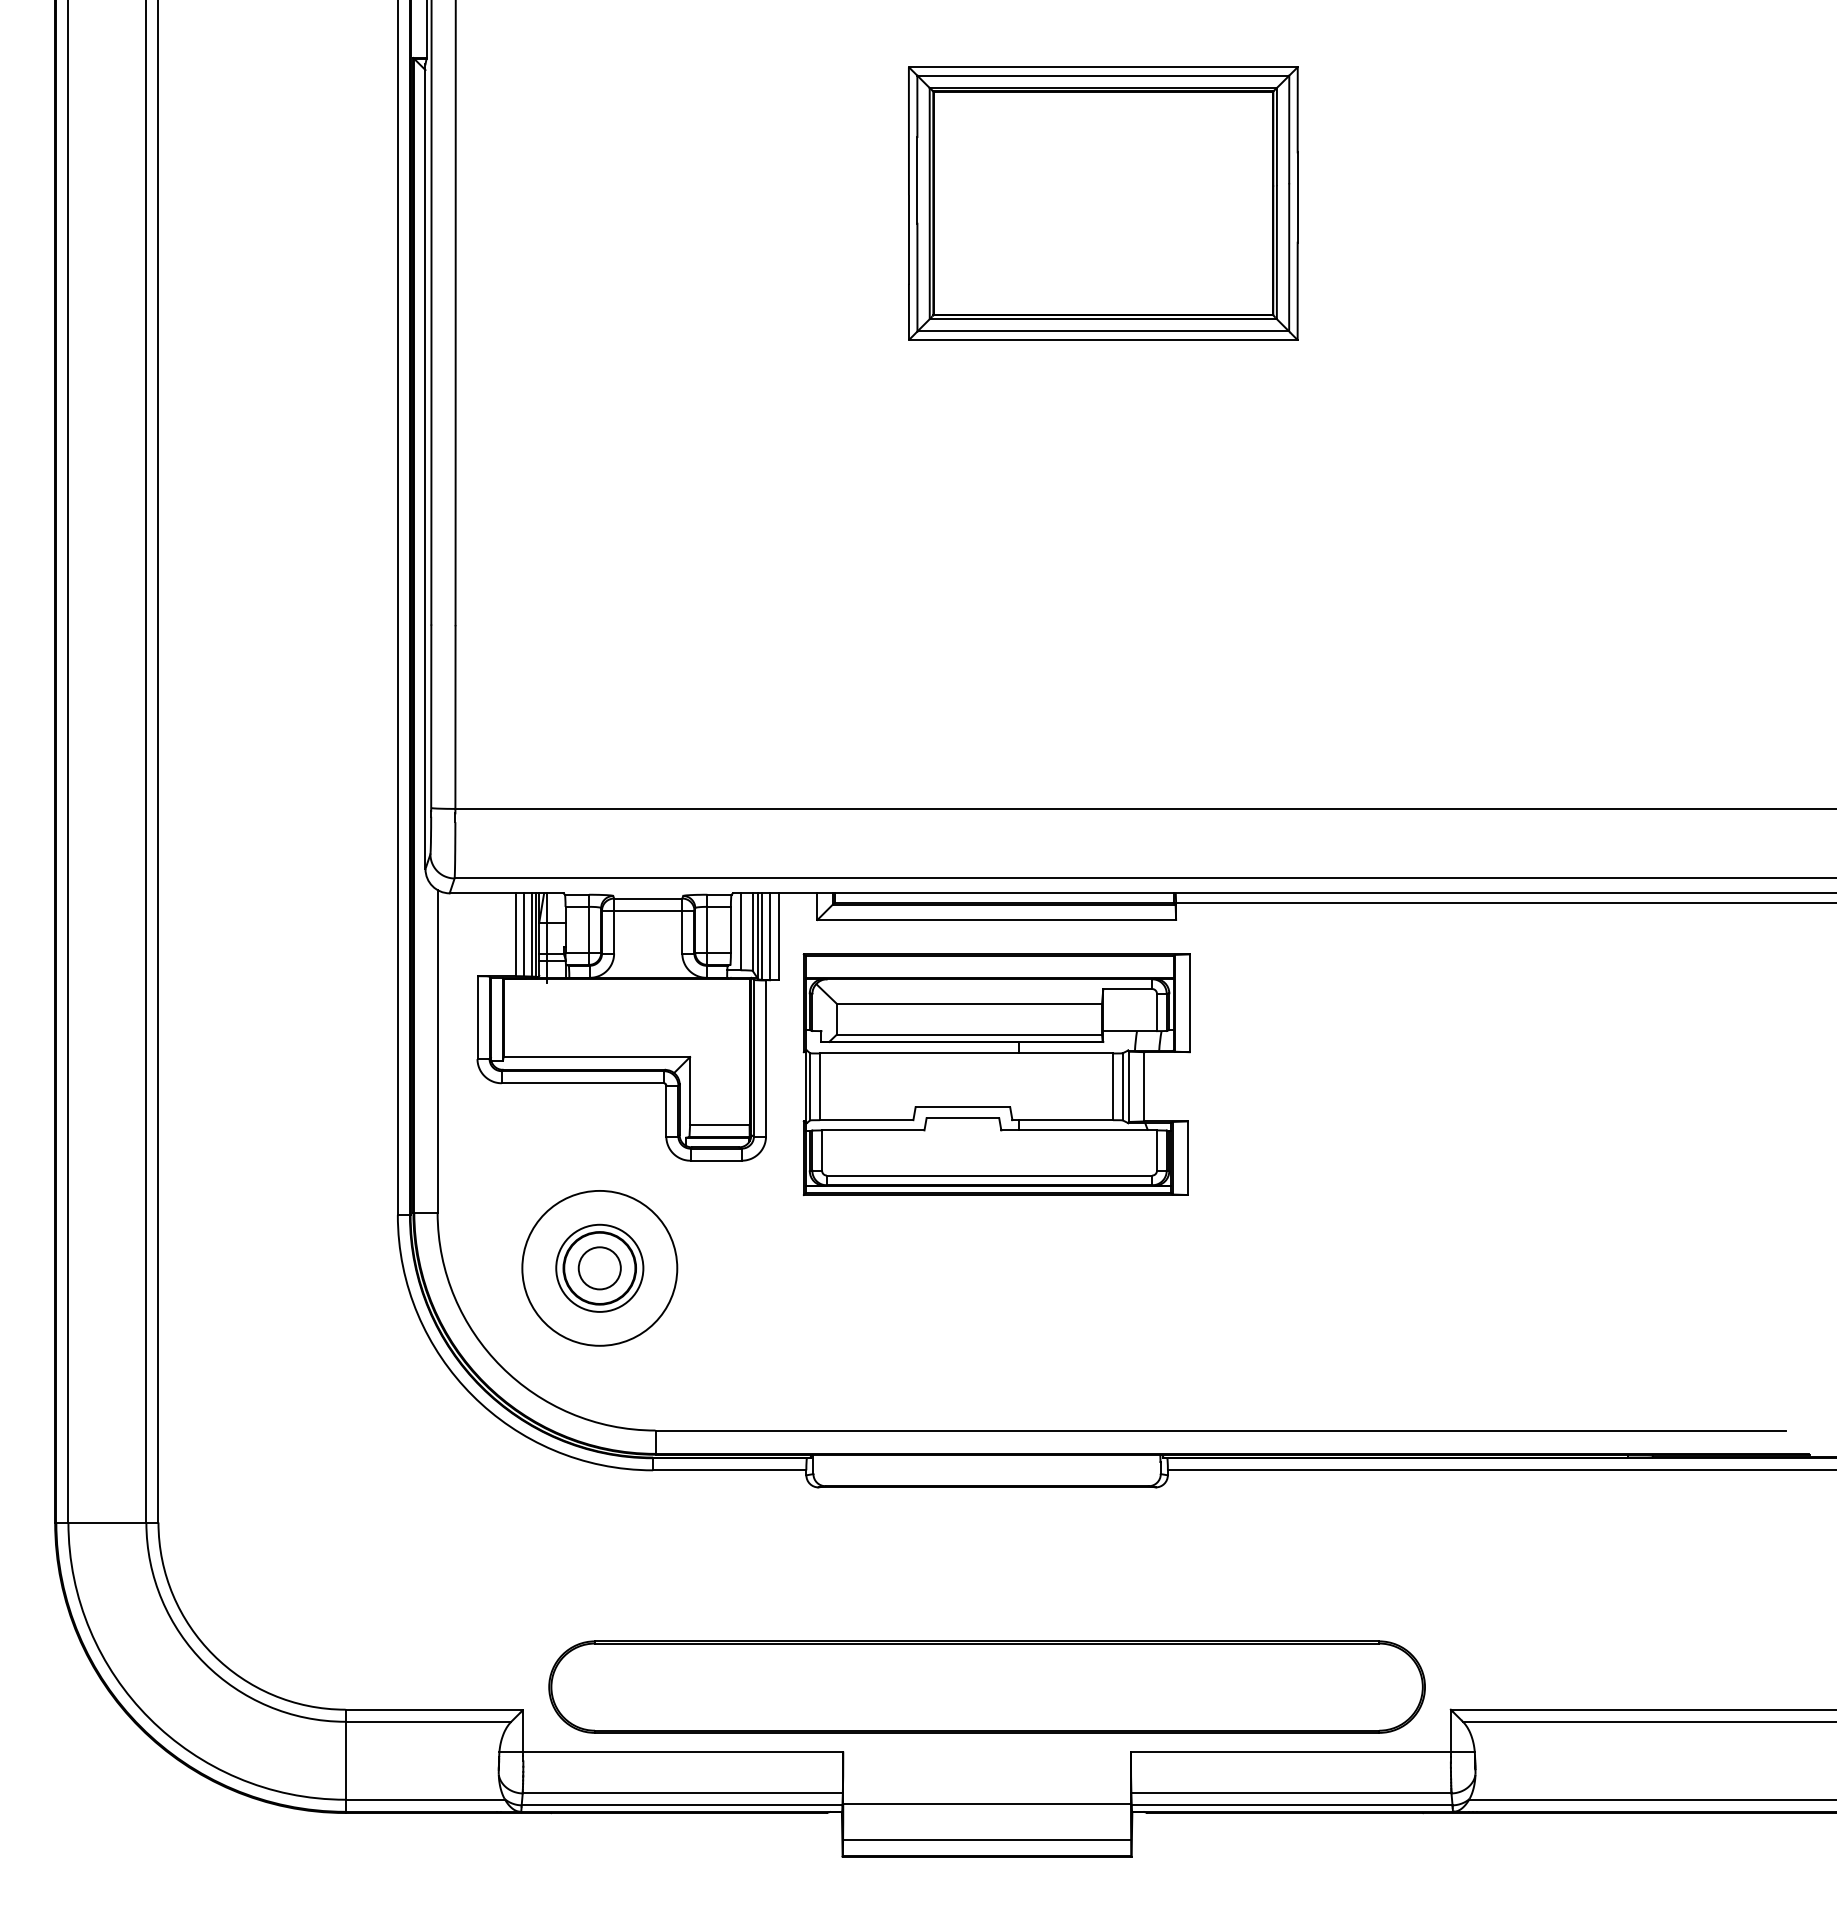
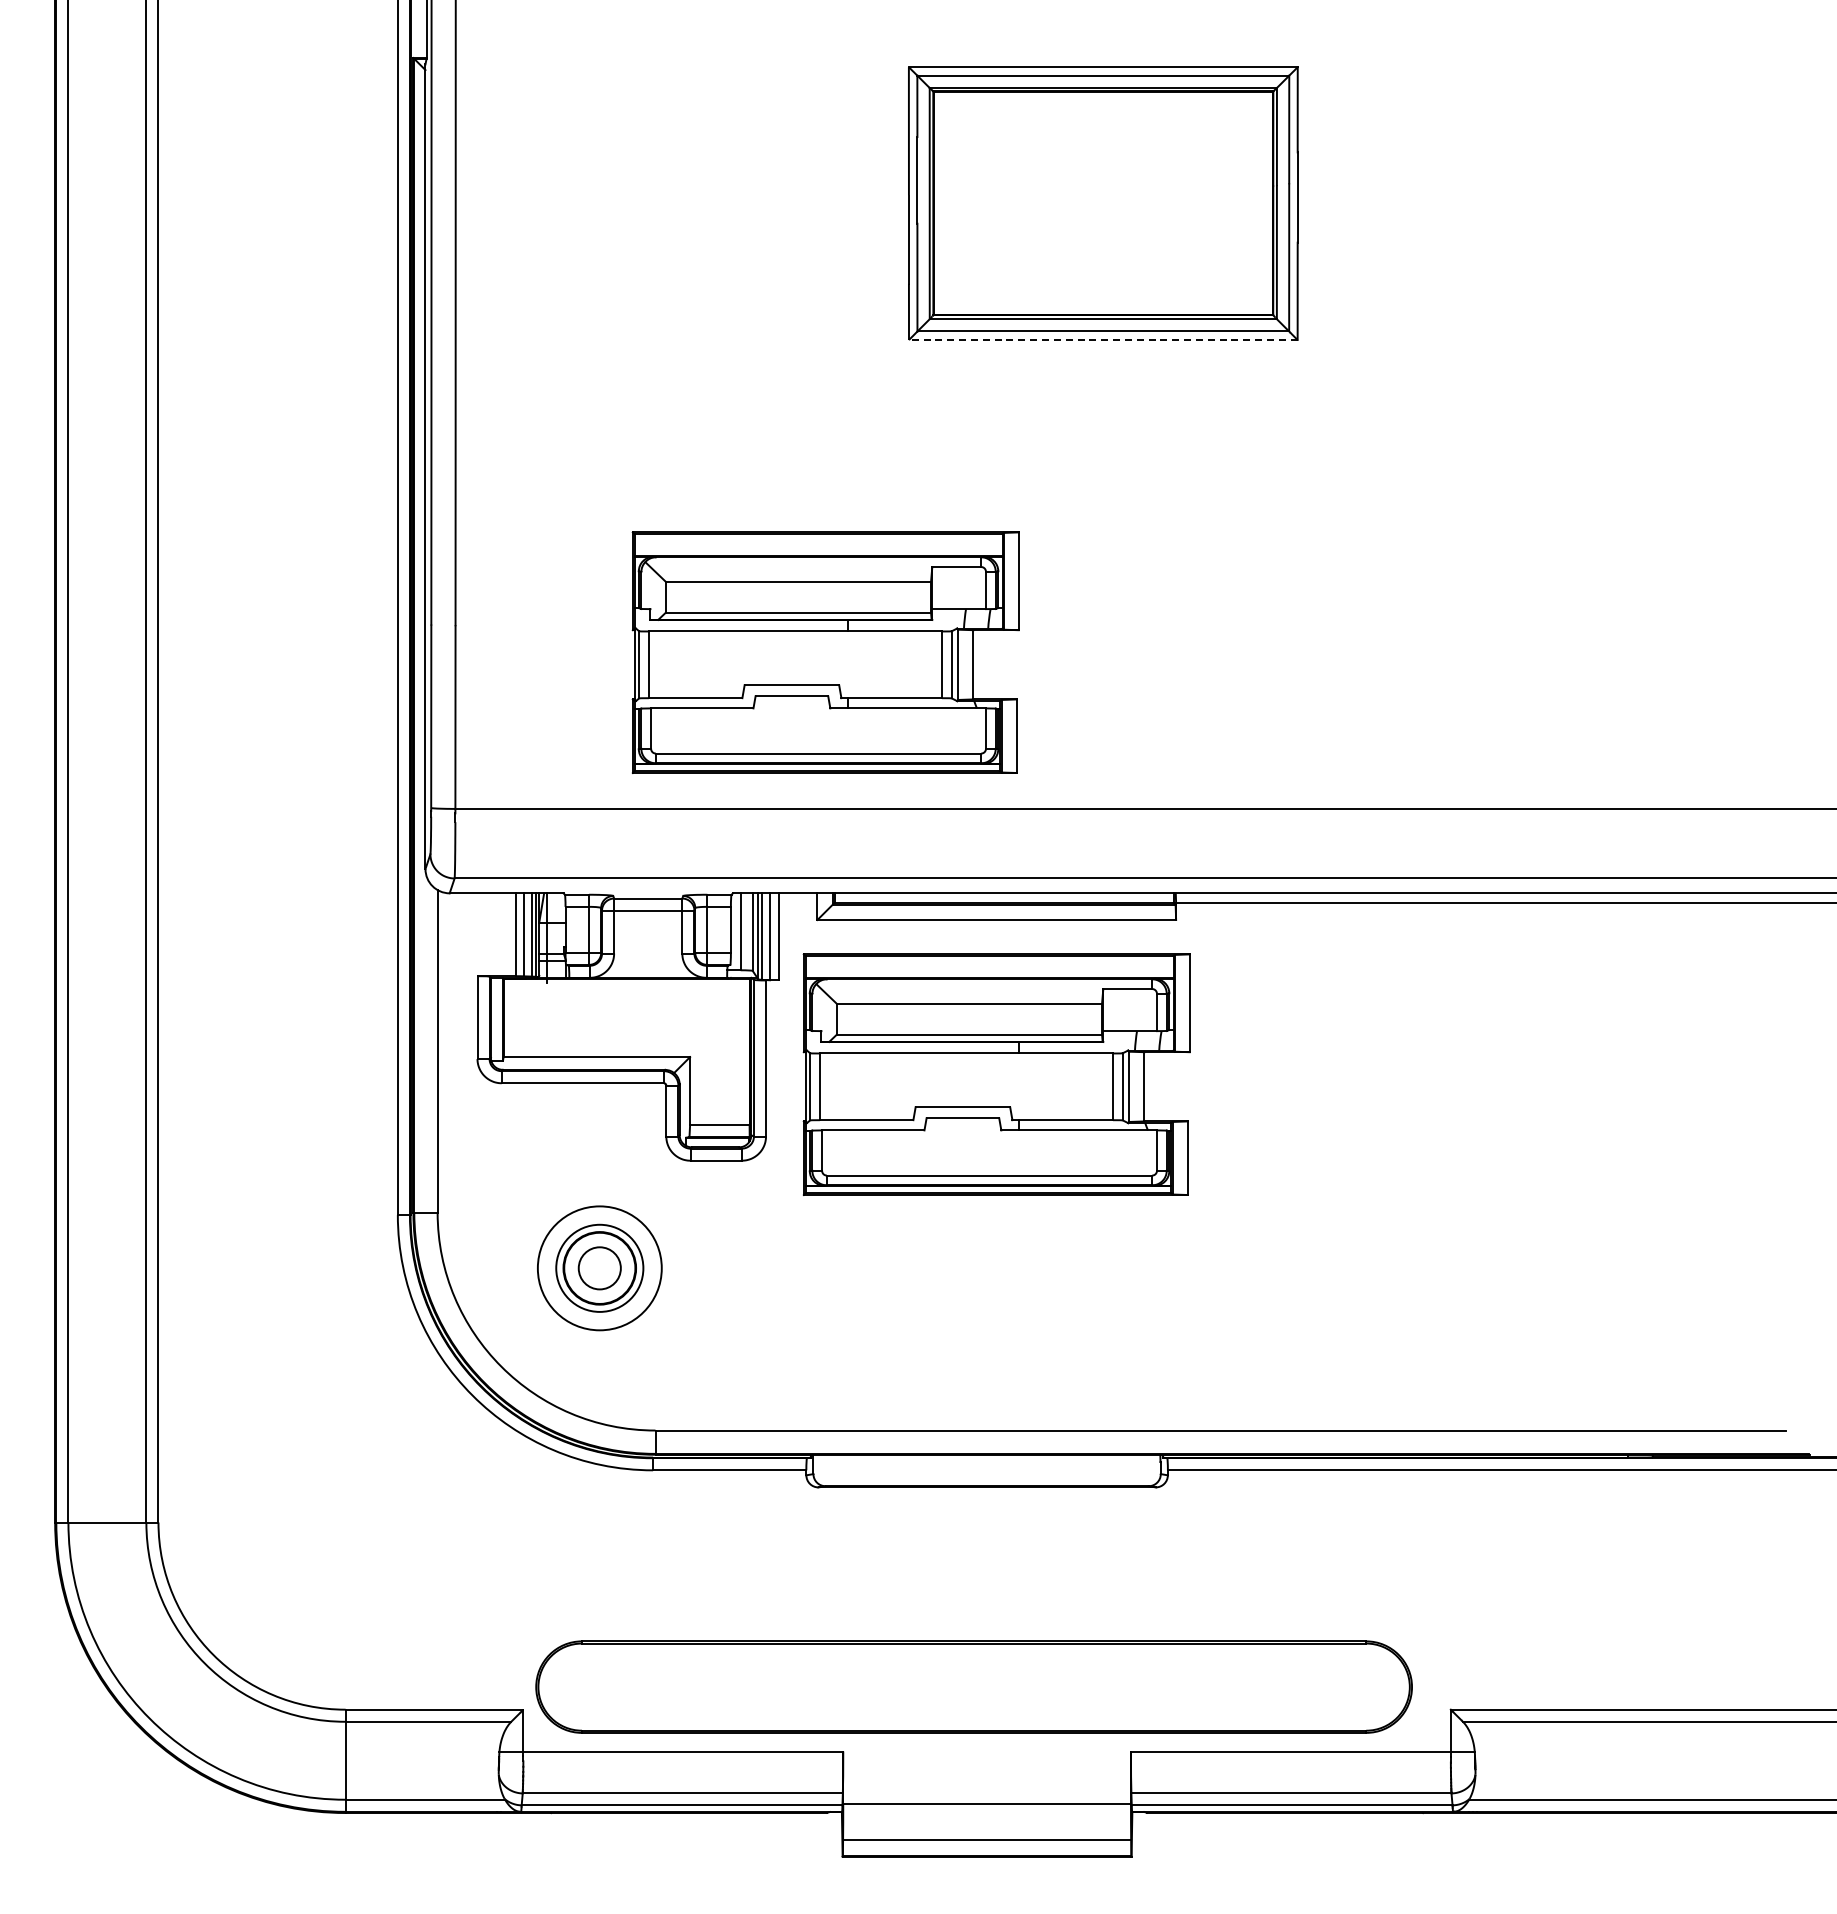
line at (1102, 340): solid -> dashed
part at (825, 652): none -> present
circle at (599, 1267) diameter: 155 px -> 124 px
part at (986, 1686) position: (986, 1686) -> (973, 1686)
